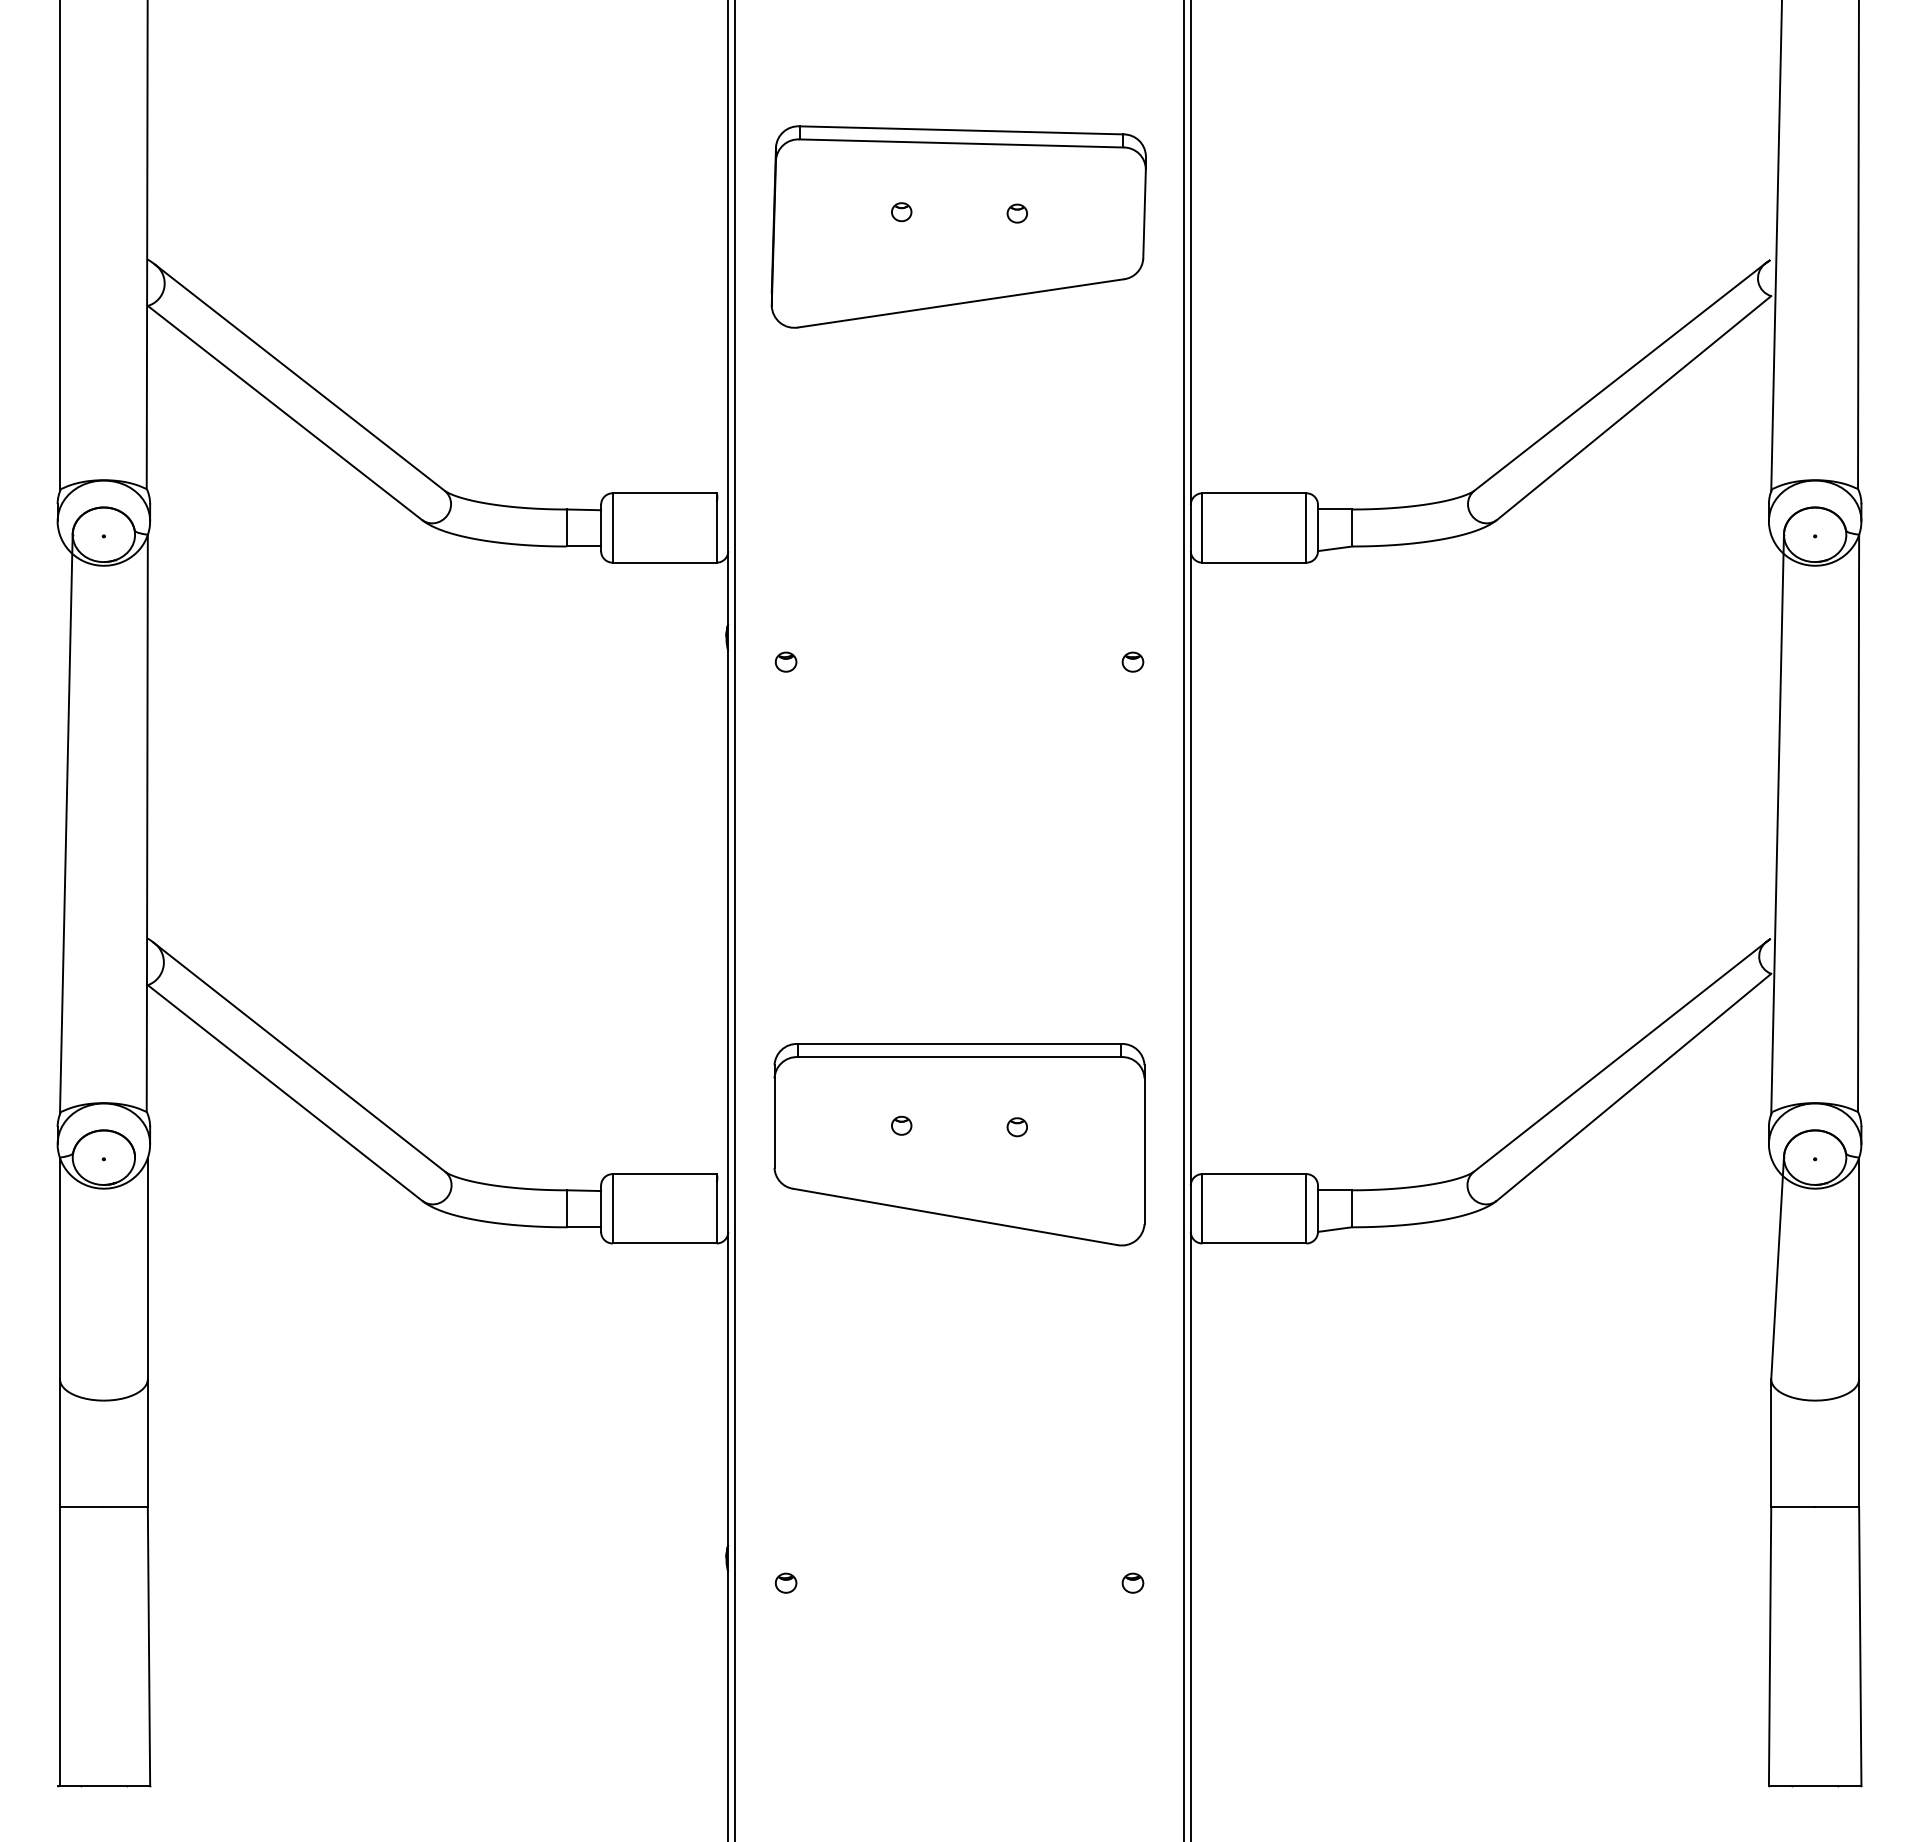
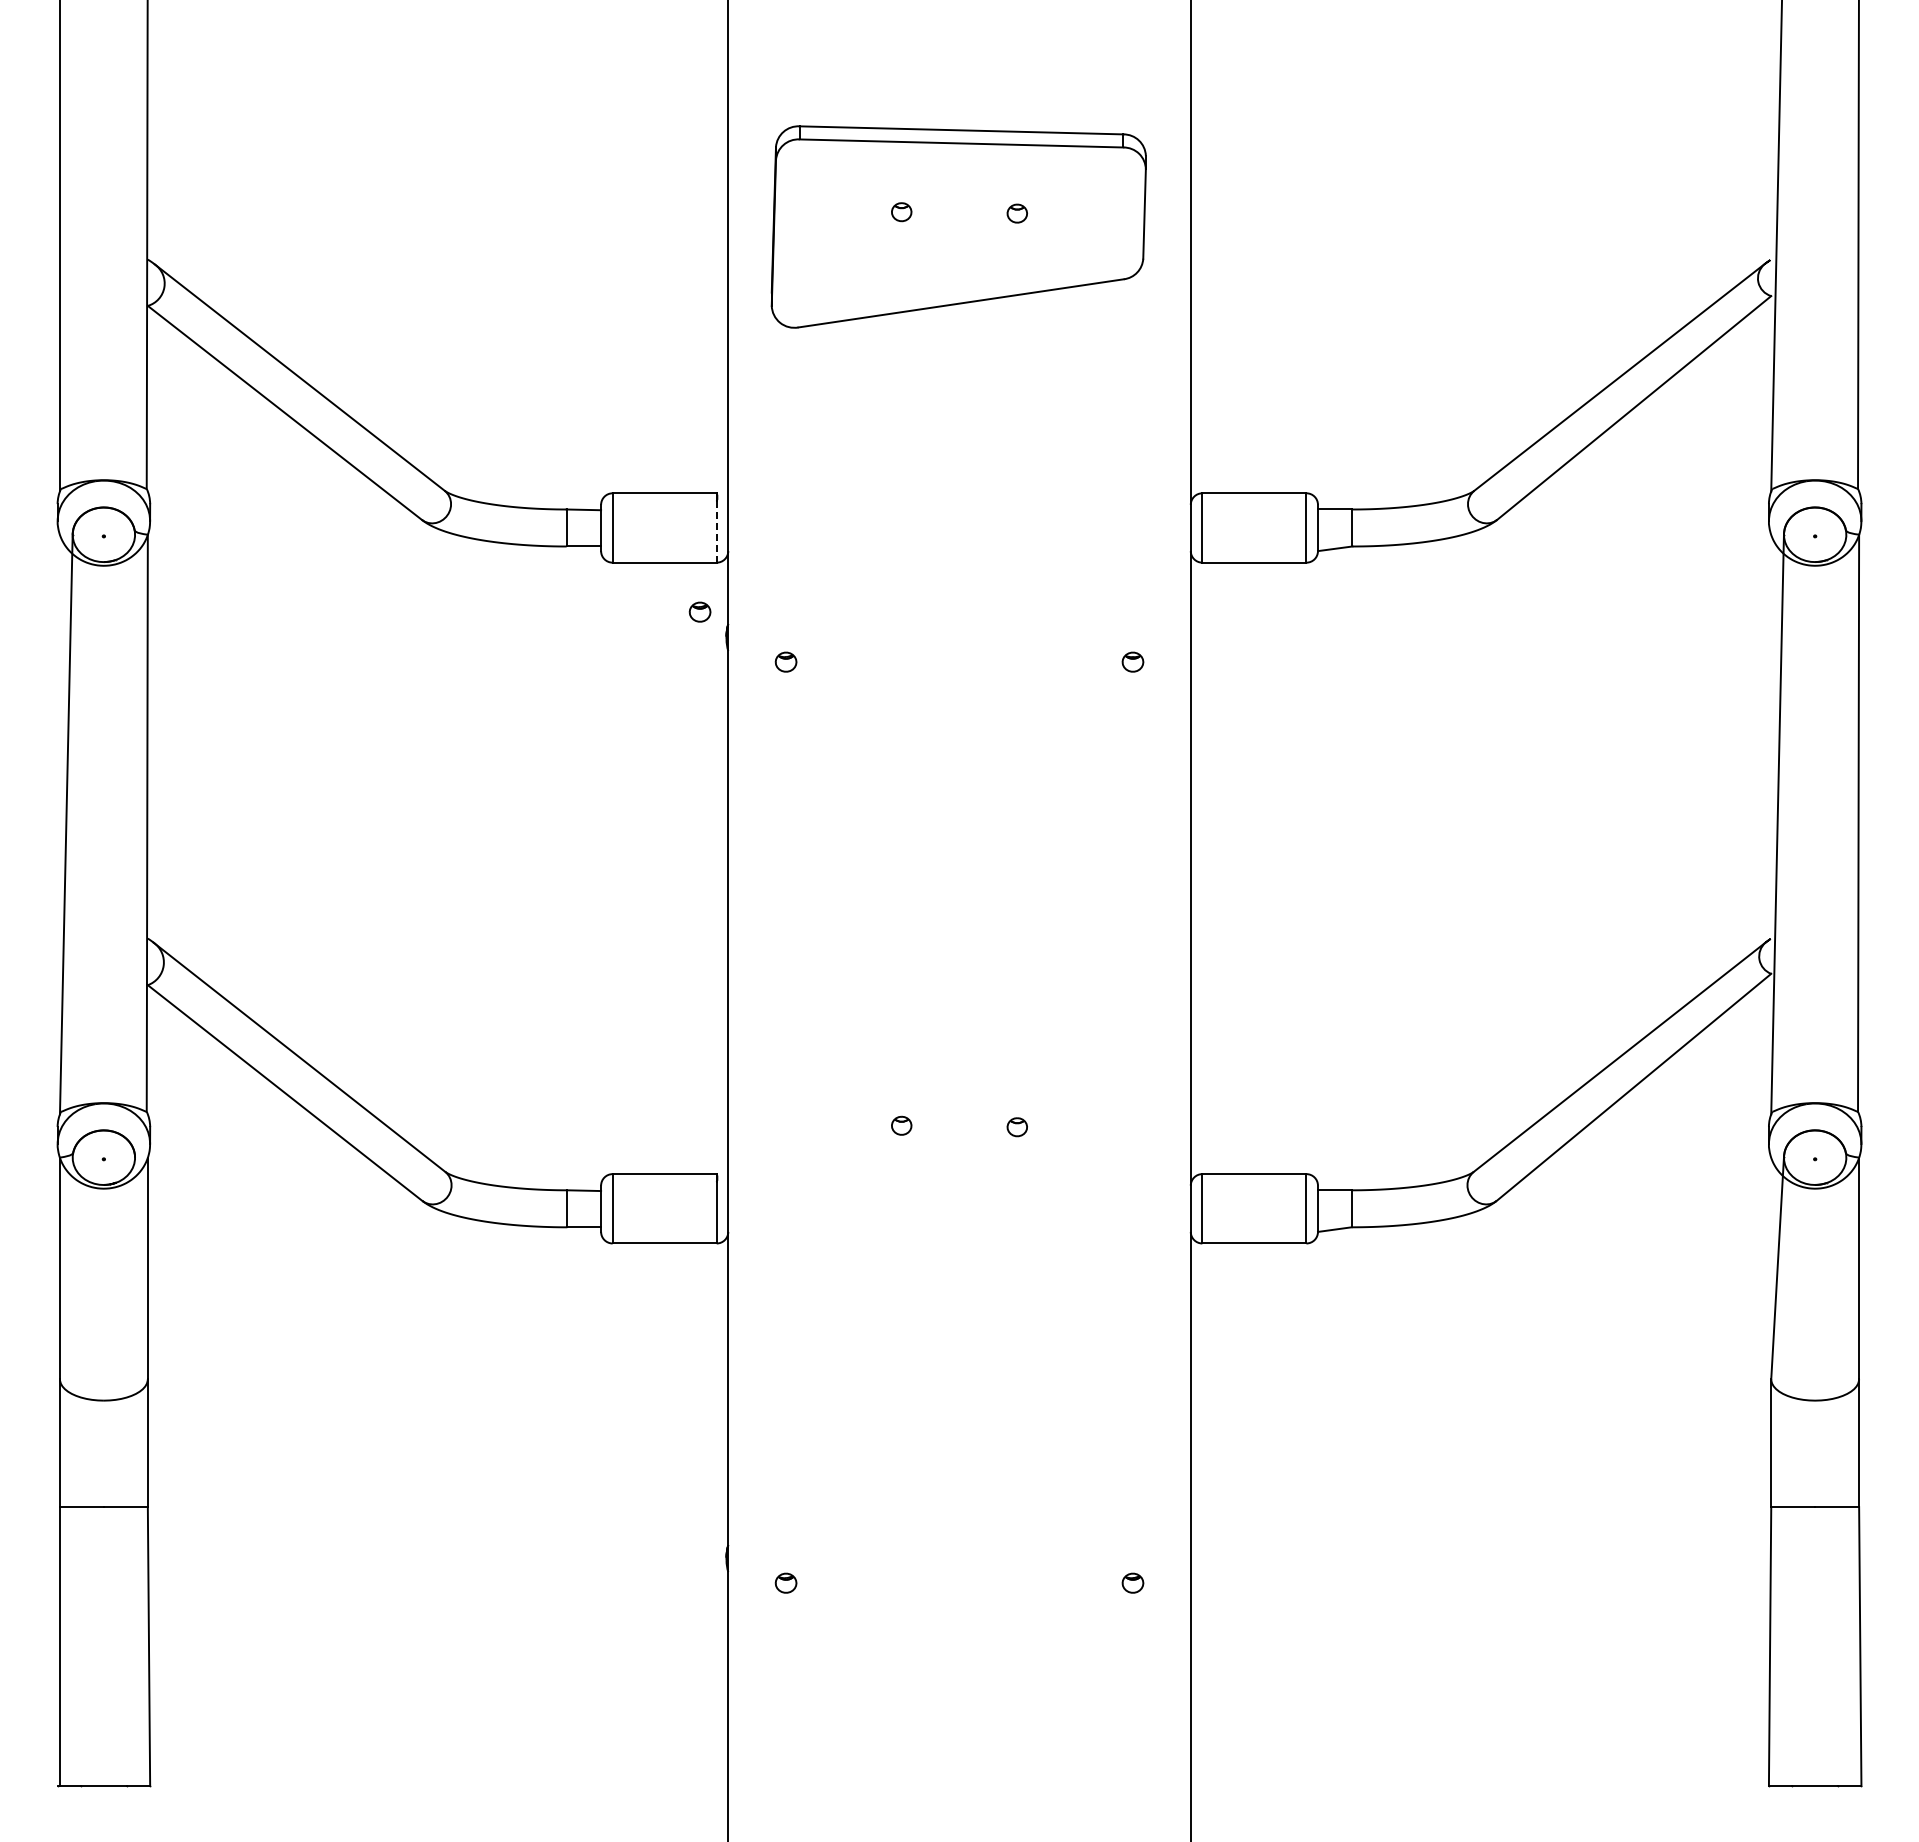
line at (716, 532): solid -> dashed
part at (699, 611): none -> present
line at (735, 920): present -> none
line at (1183, 920): present -> none
part at (959, 1144): present -> none
